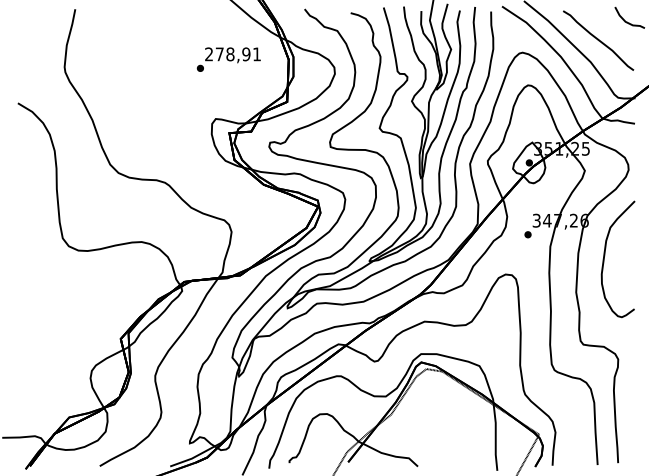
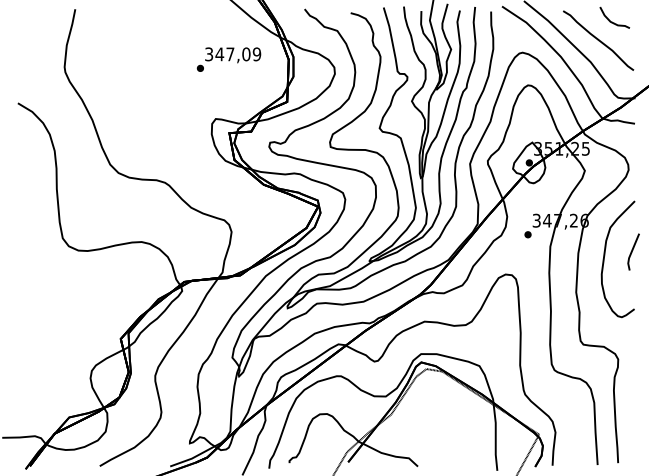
curve at (627, 21) position: (627, 21) -> (612, 21)
text at (233, 54): 278,91 -> 347,09
line at (633, 250): none -> present
